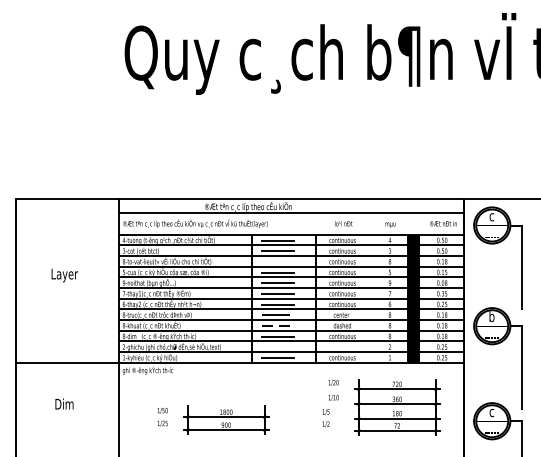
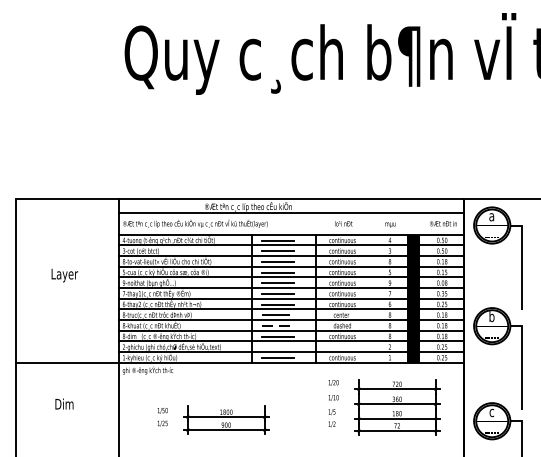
text at (491, 217): c -> a
line at (278, 262): none -> present
text at (325, 418) position: (325, 418) -> (331, 418)
